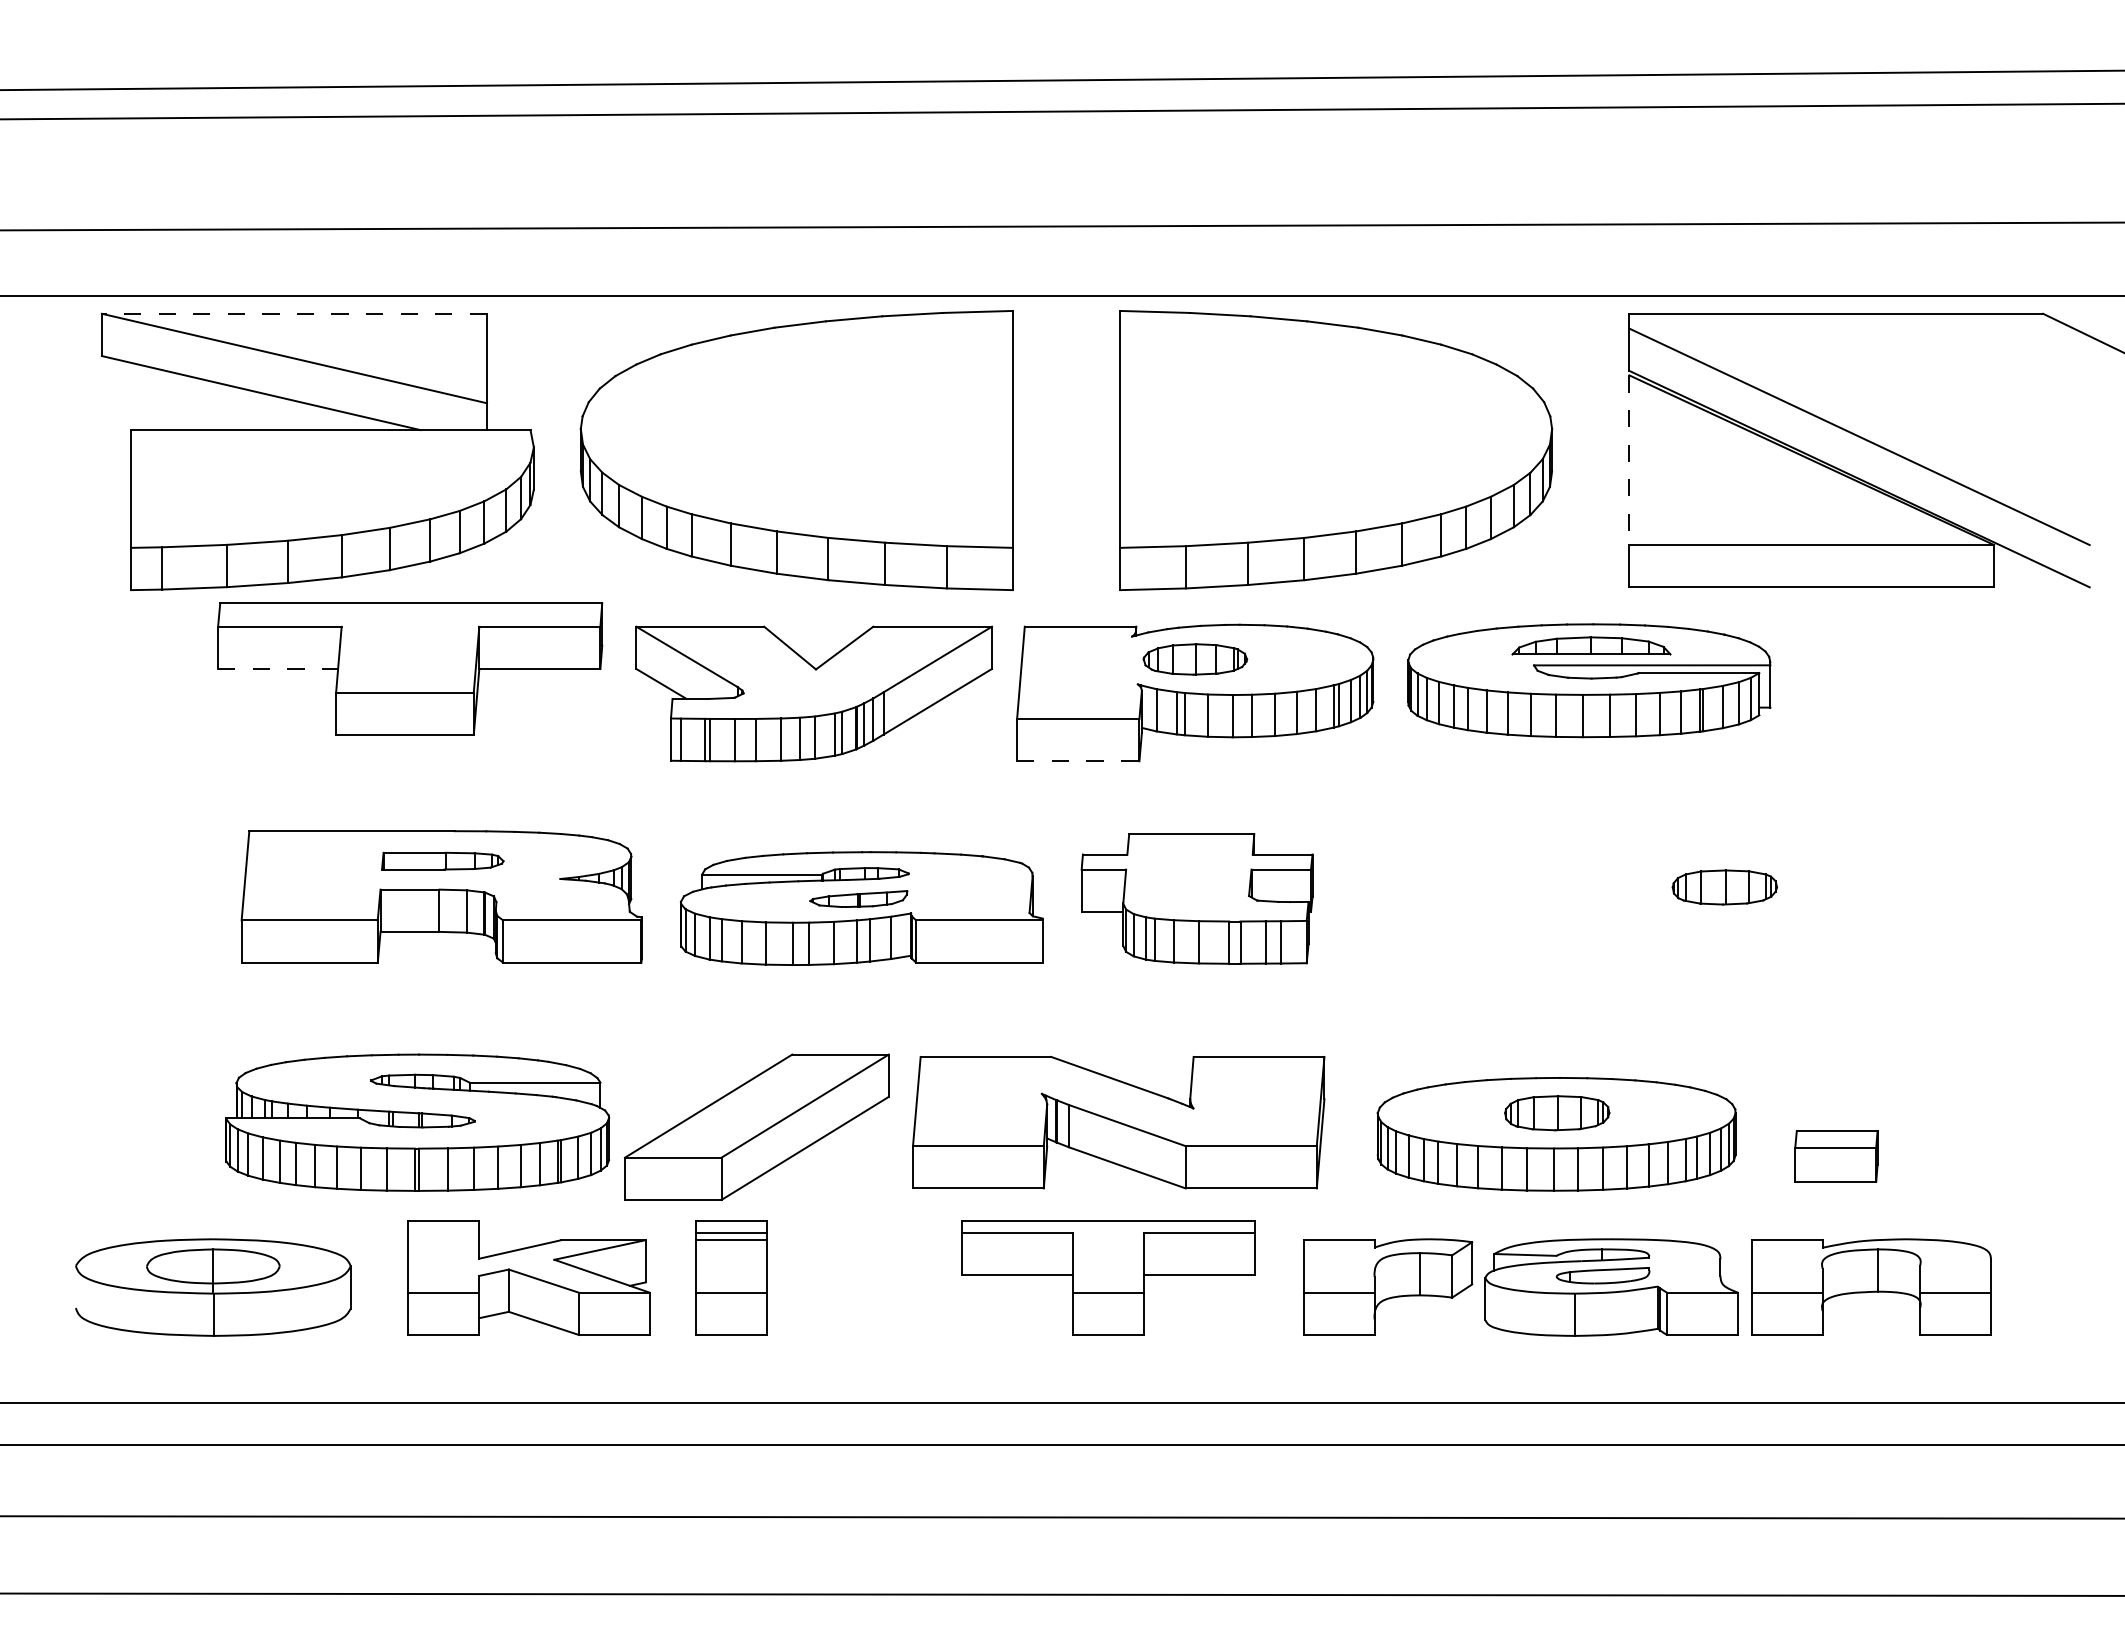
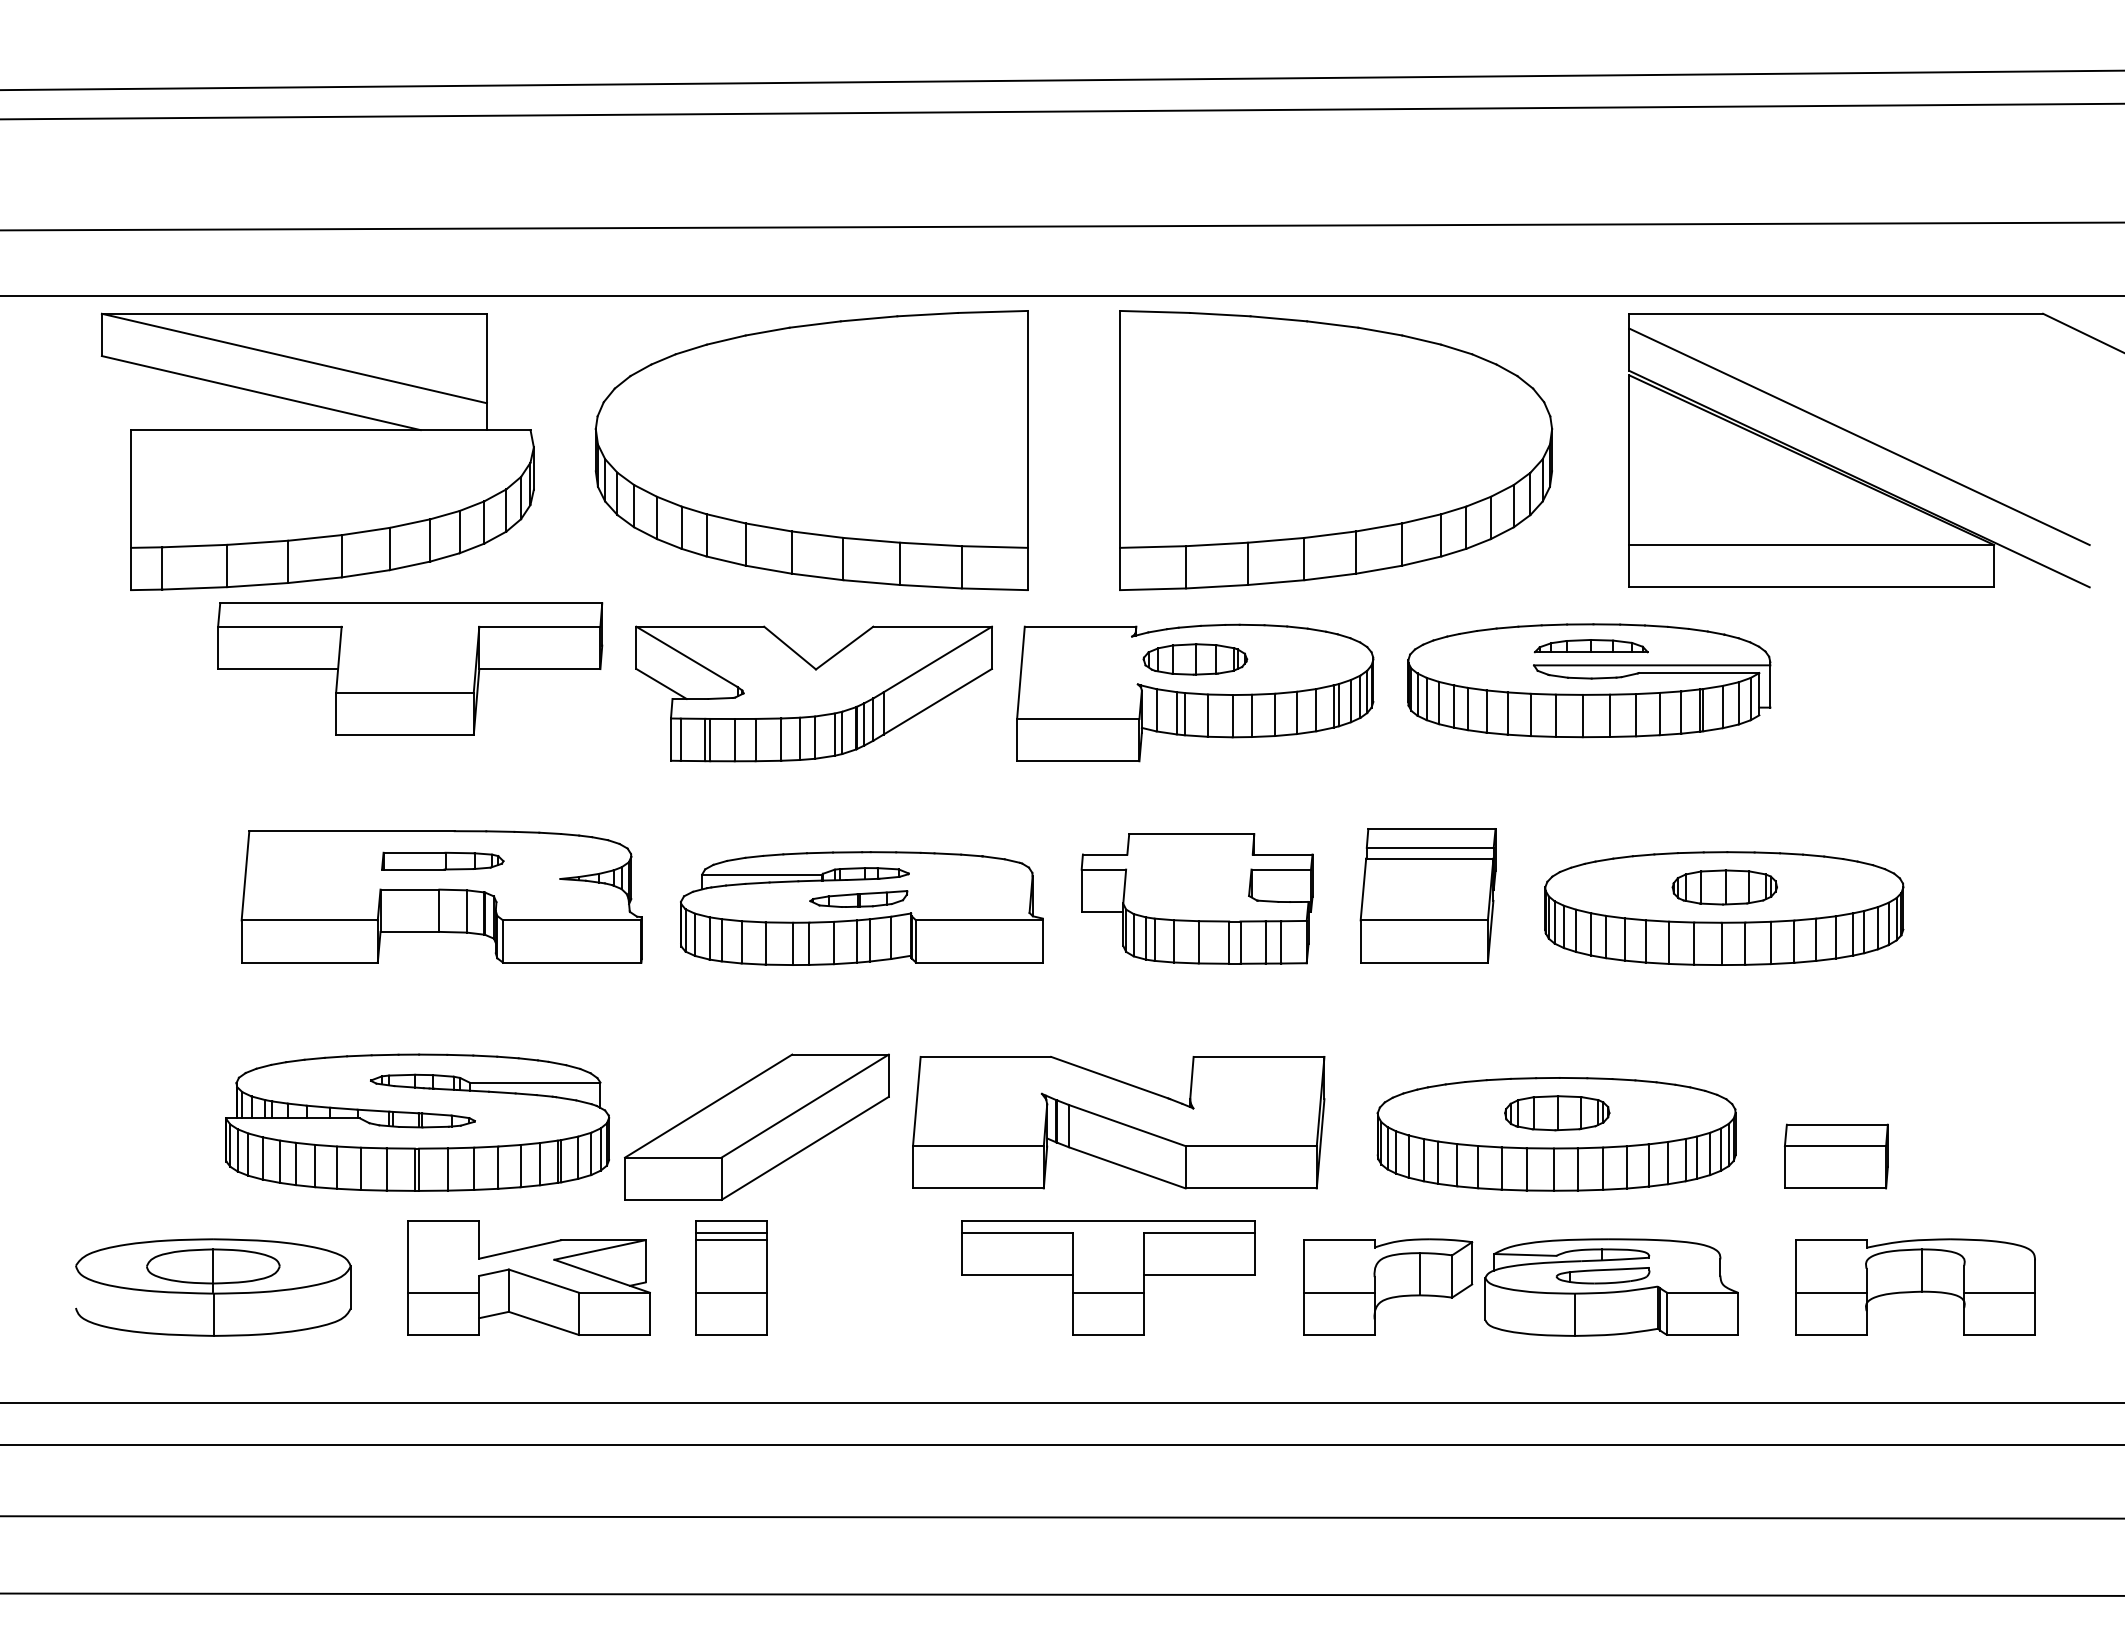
line at (294, 313): dashed -> solid
part at (796, 450) position: (796, 450) -> (811, 450)
line at (1629, 460): dashed -> solid
part at (1591, 645) size: 161x20 px -> 116x15 px
line at (278, 669): dashed -> solid
line at (1078, 761): dashed -> solid
part at (1427, 895): none -> present
part at (1724, 908): none -> present
part at (1836, 1156) size: 85x53 px -> 105x67 px
part at (1871, 1286) position: (1871, 1286) -> (1915, 1286)
